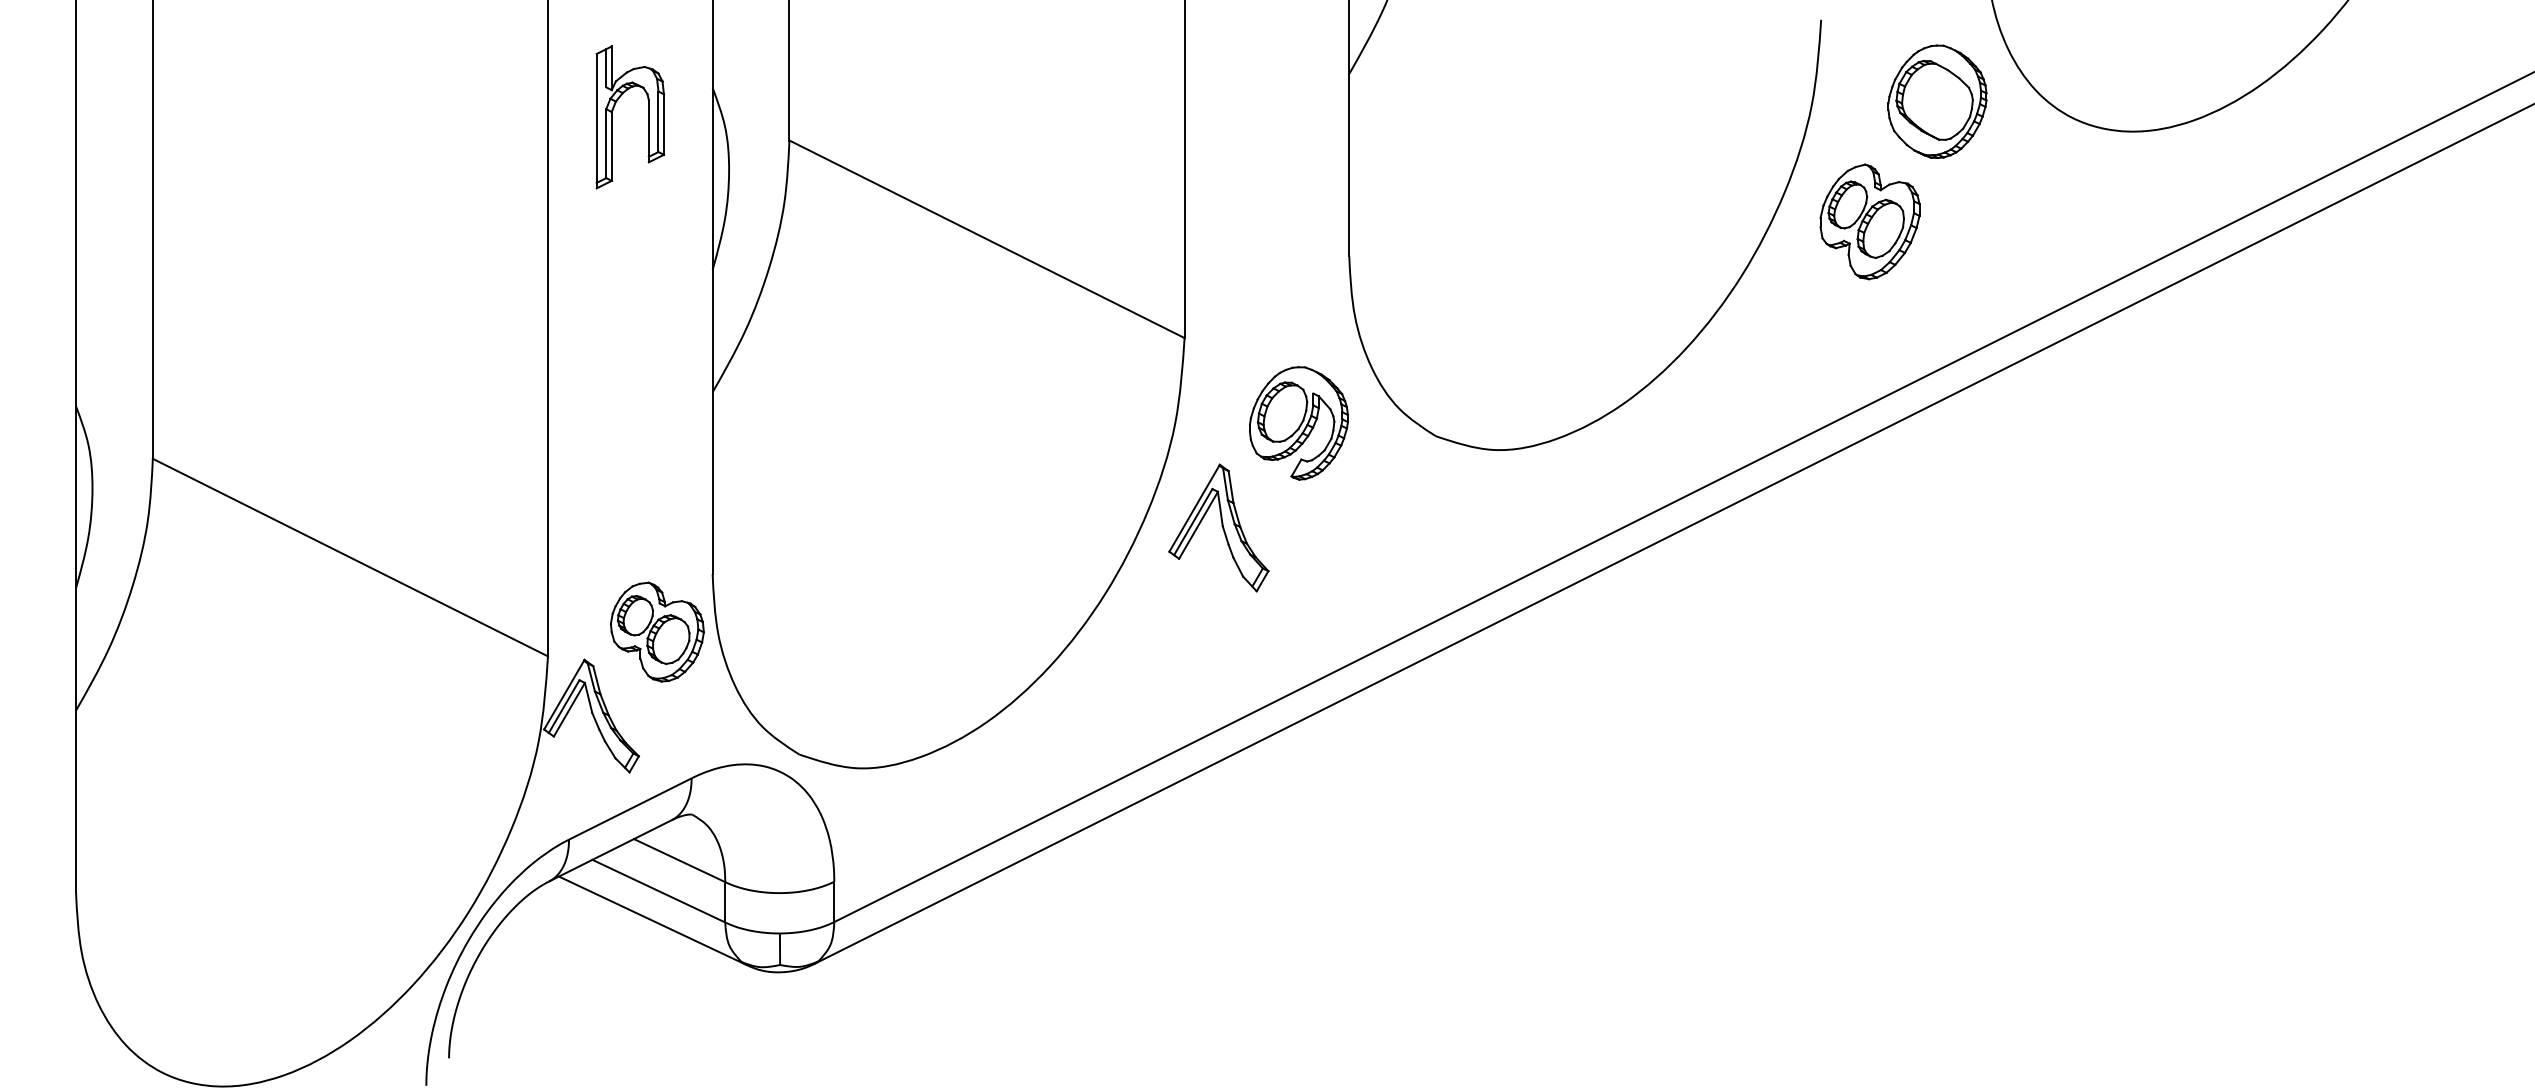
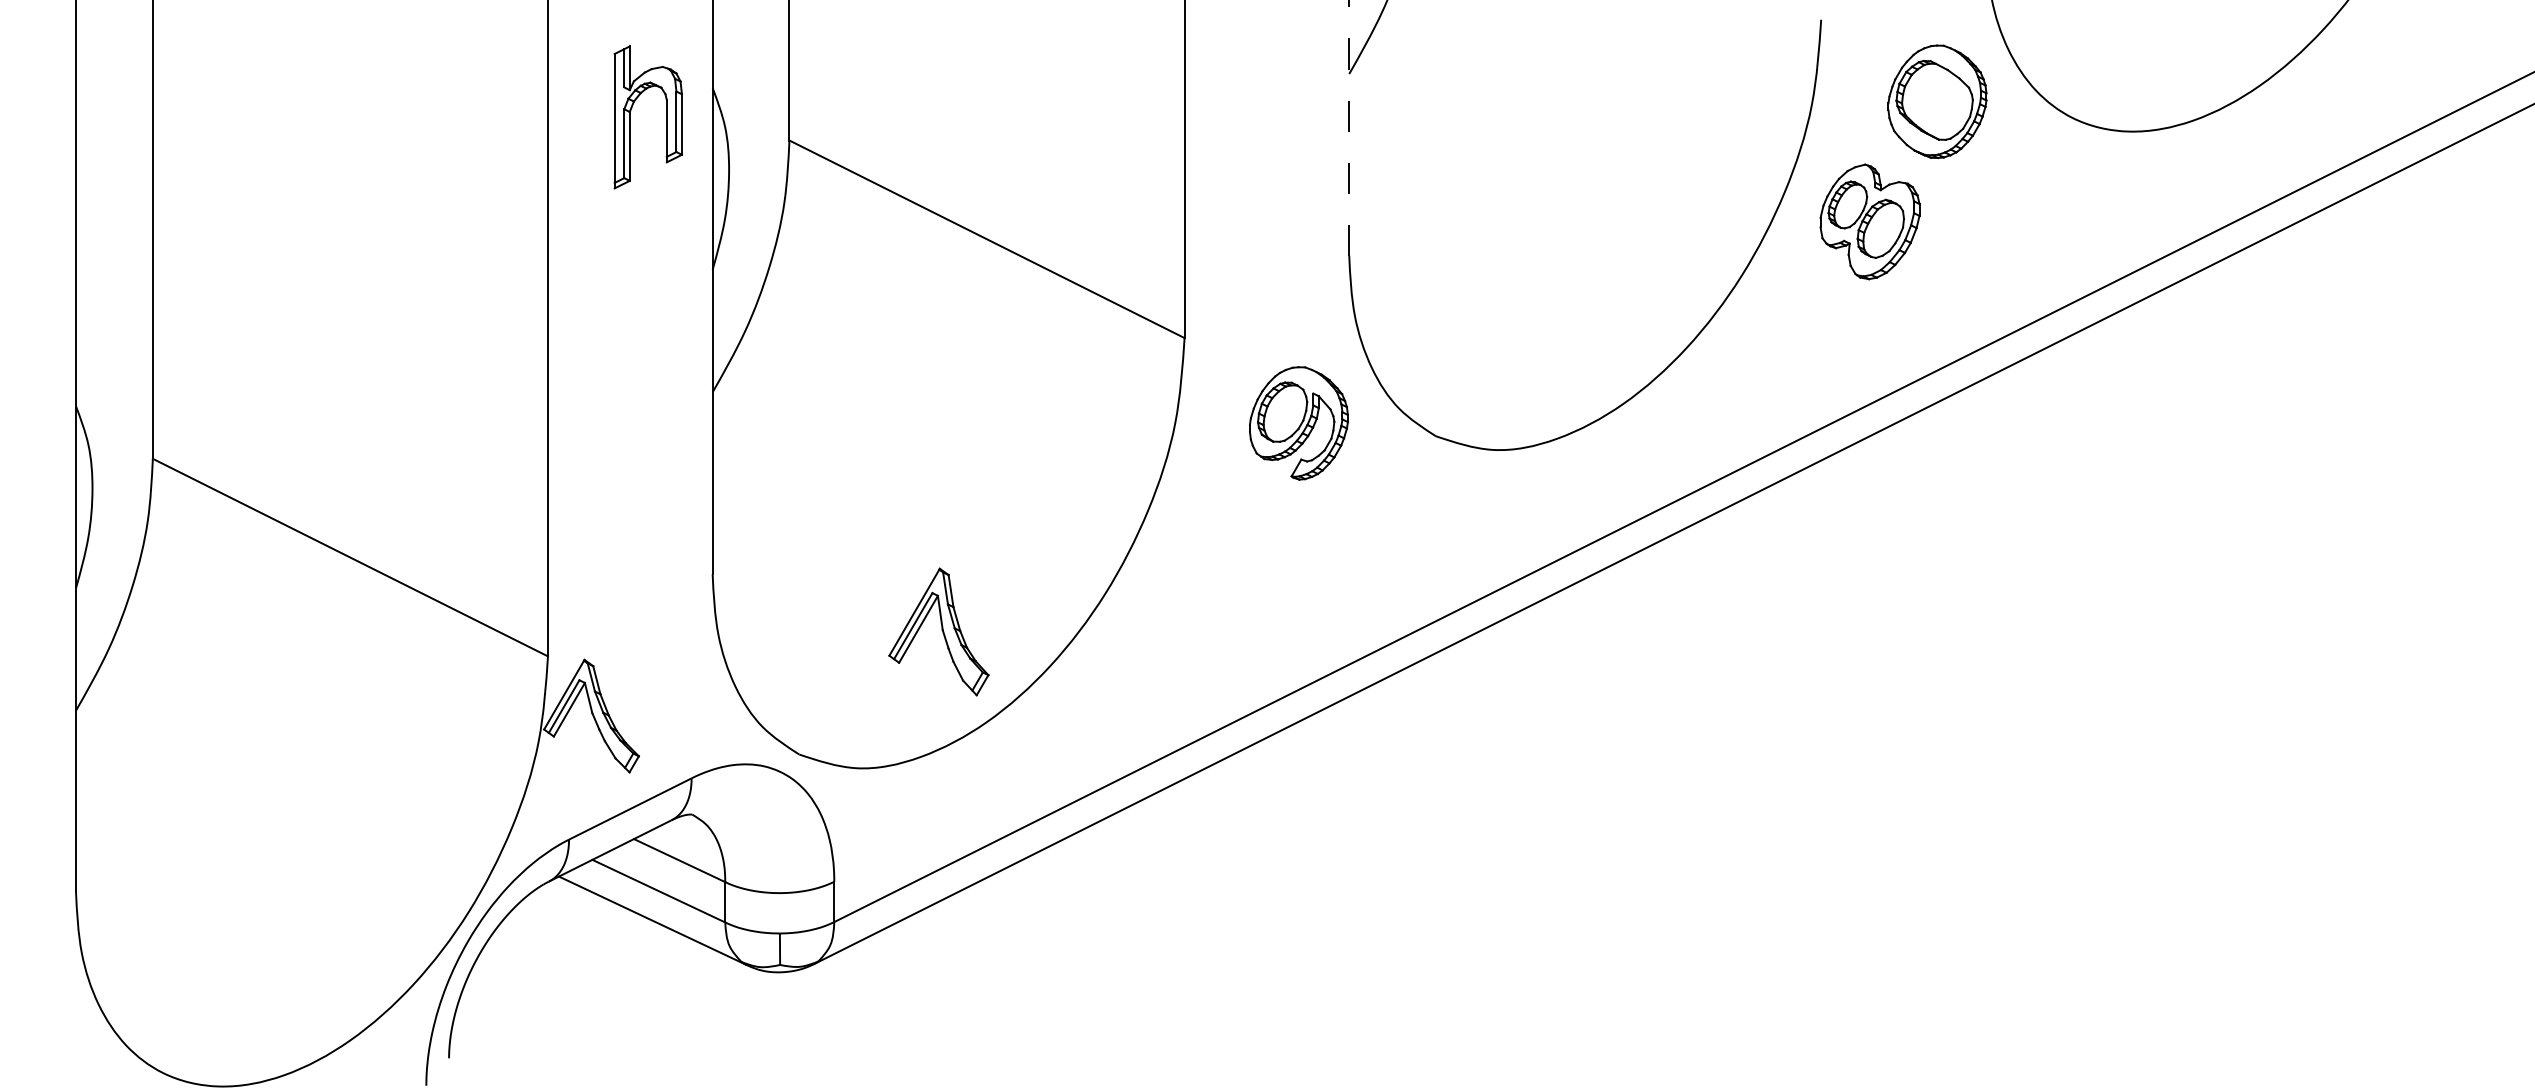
part at (612, 117) position: (612, 117) -> (630, 117)
line at (1349, 127): solid -> dashed
part at (1218, 527) position: (1218, 527) -> (938, 631)
part at (657, 631): present -> none
